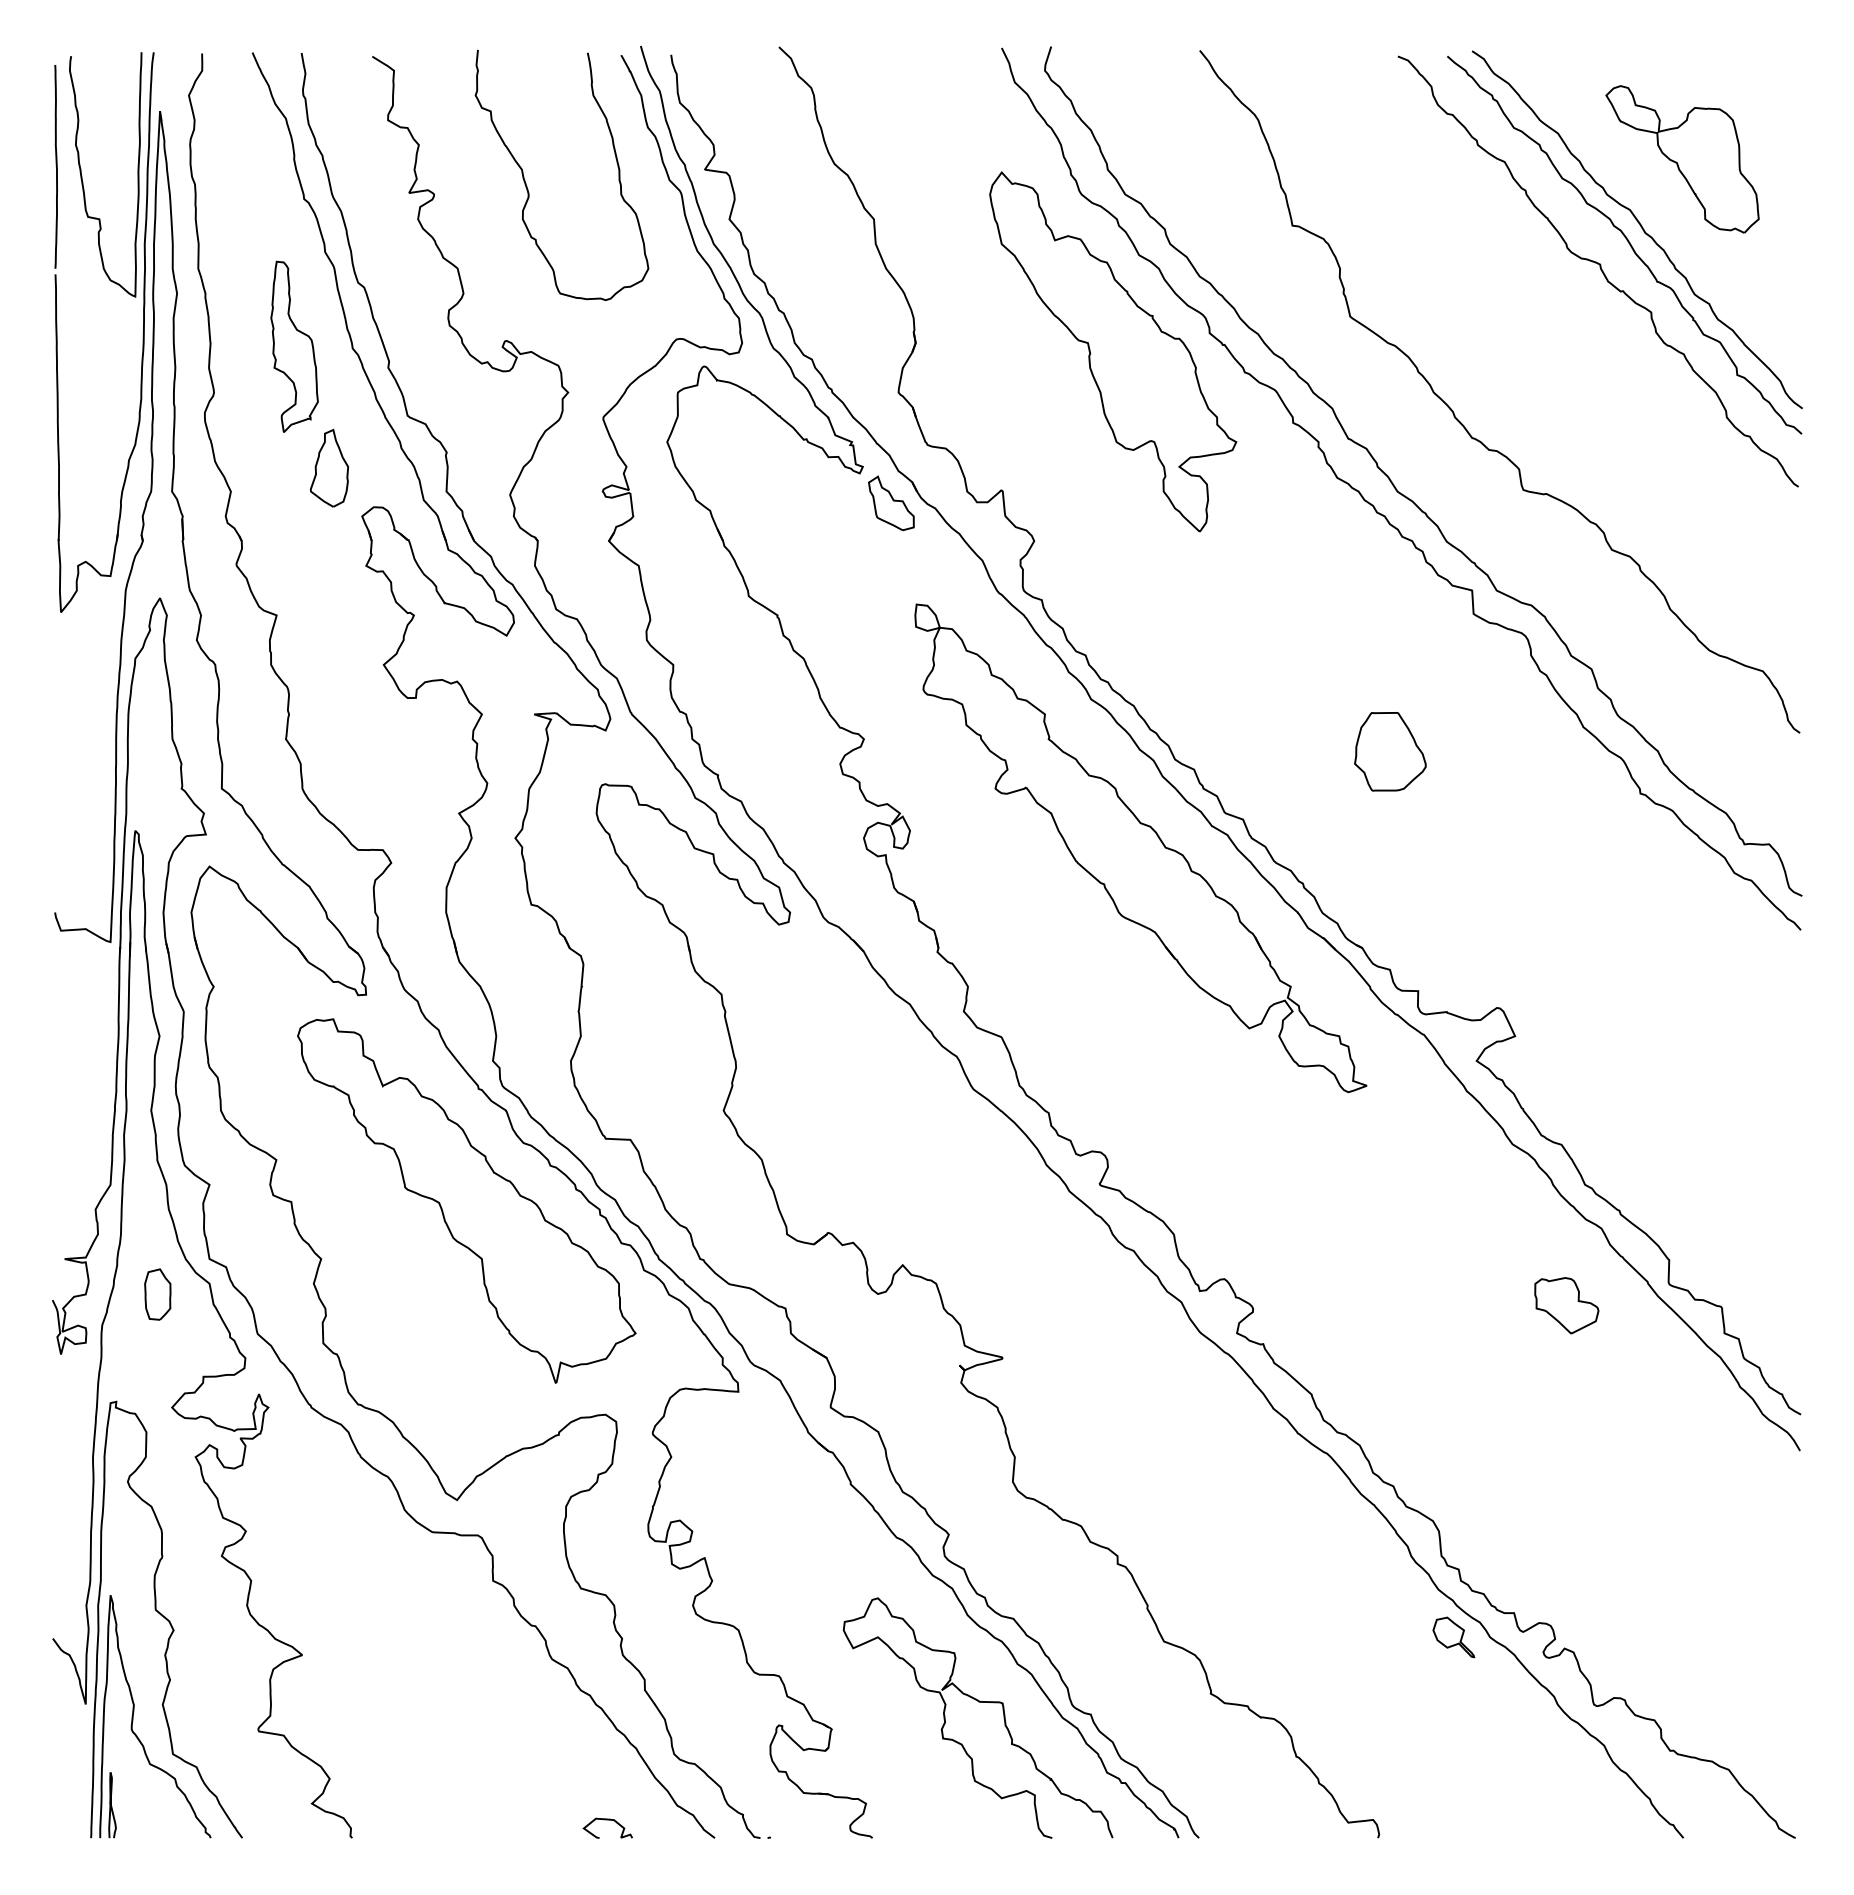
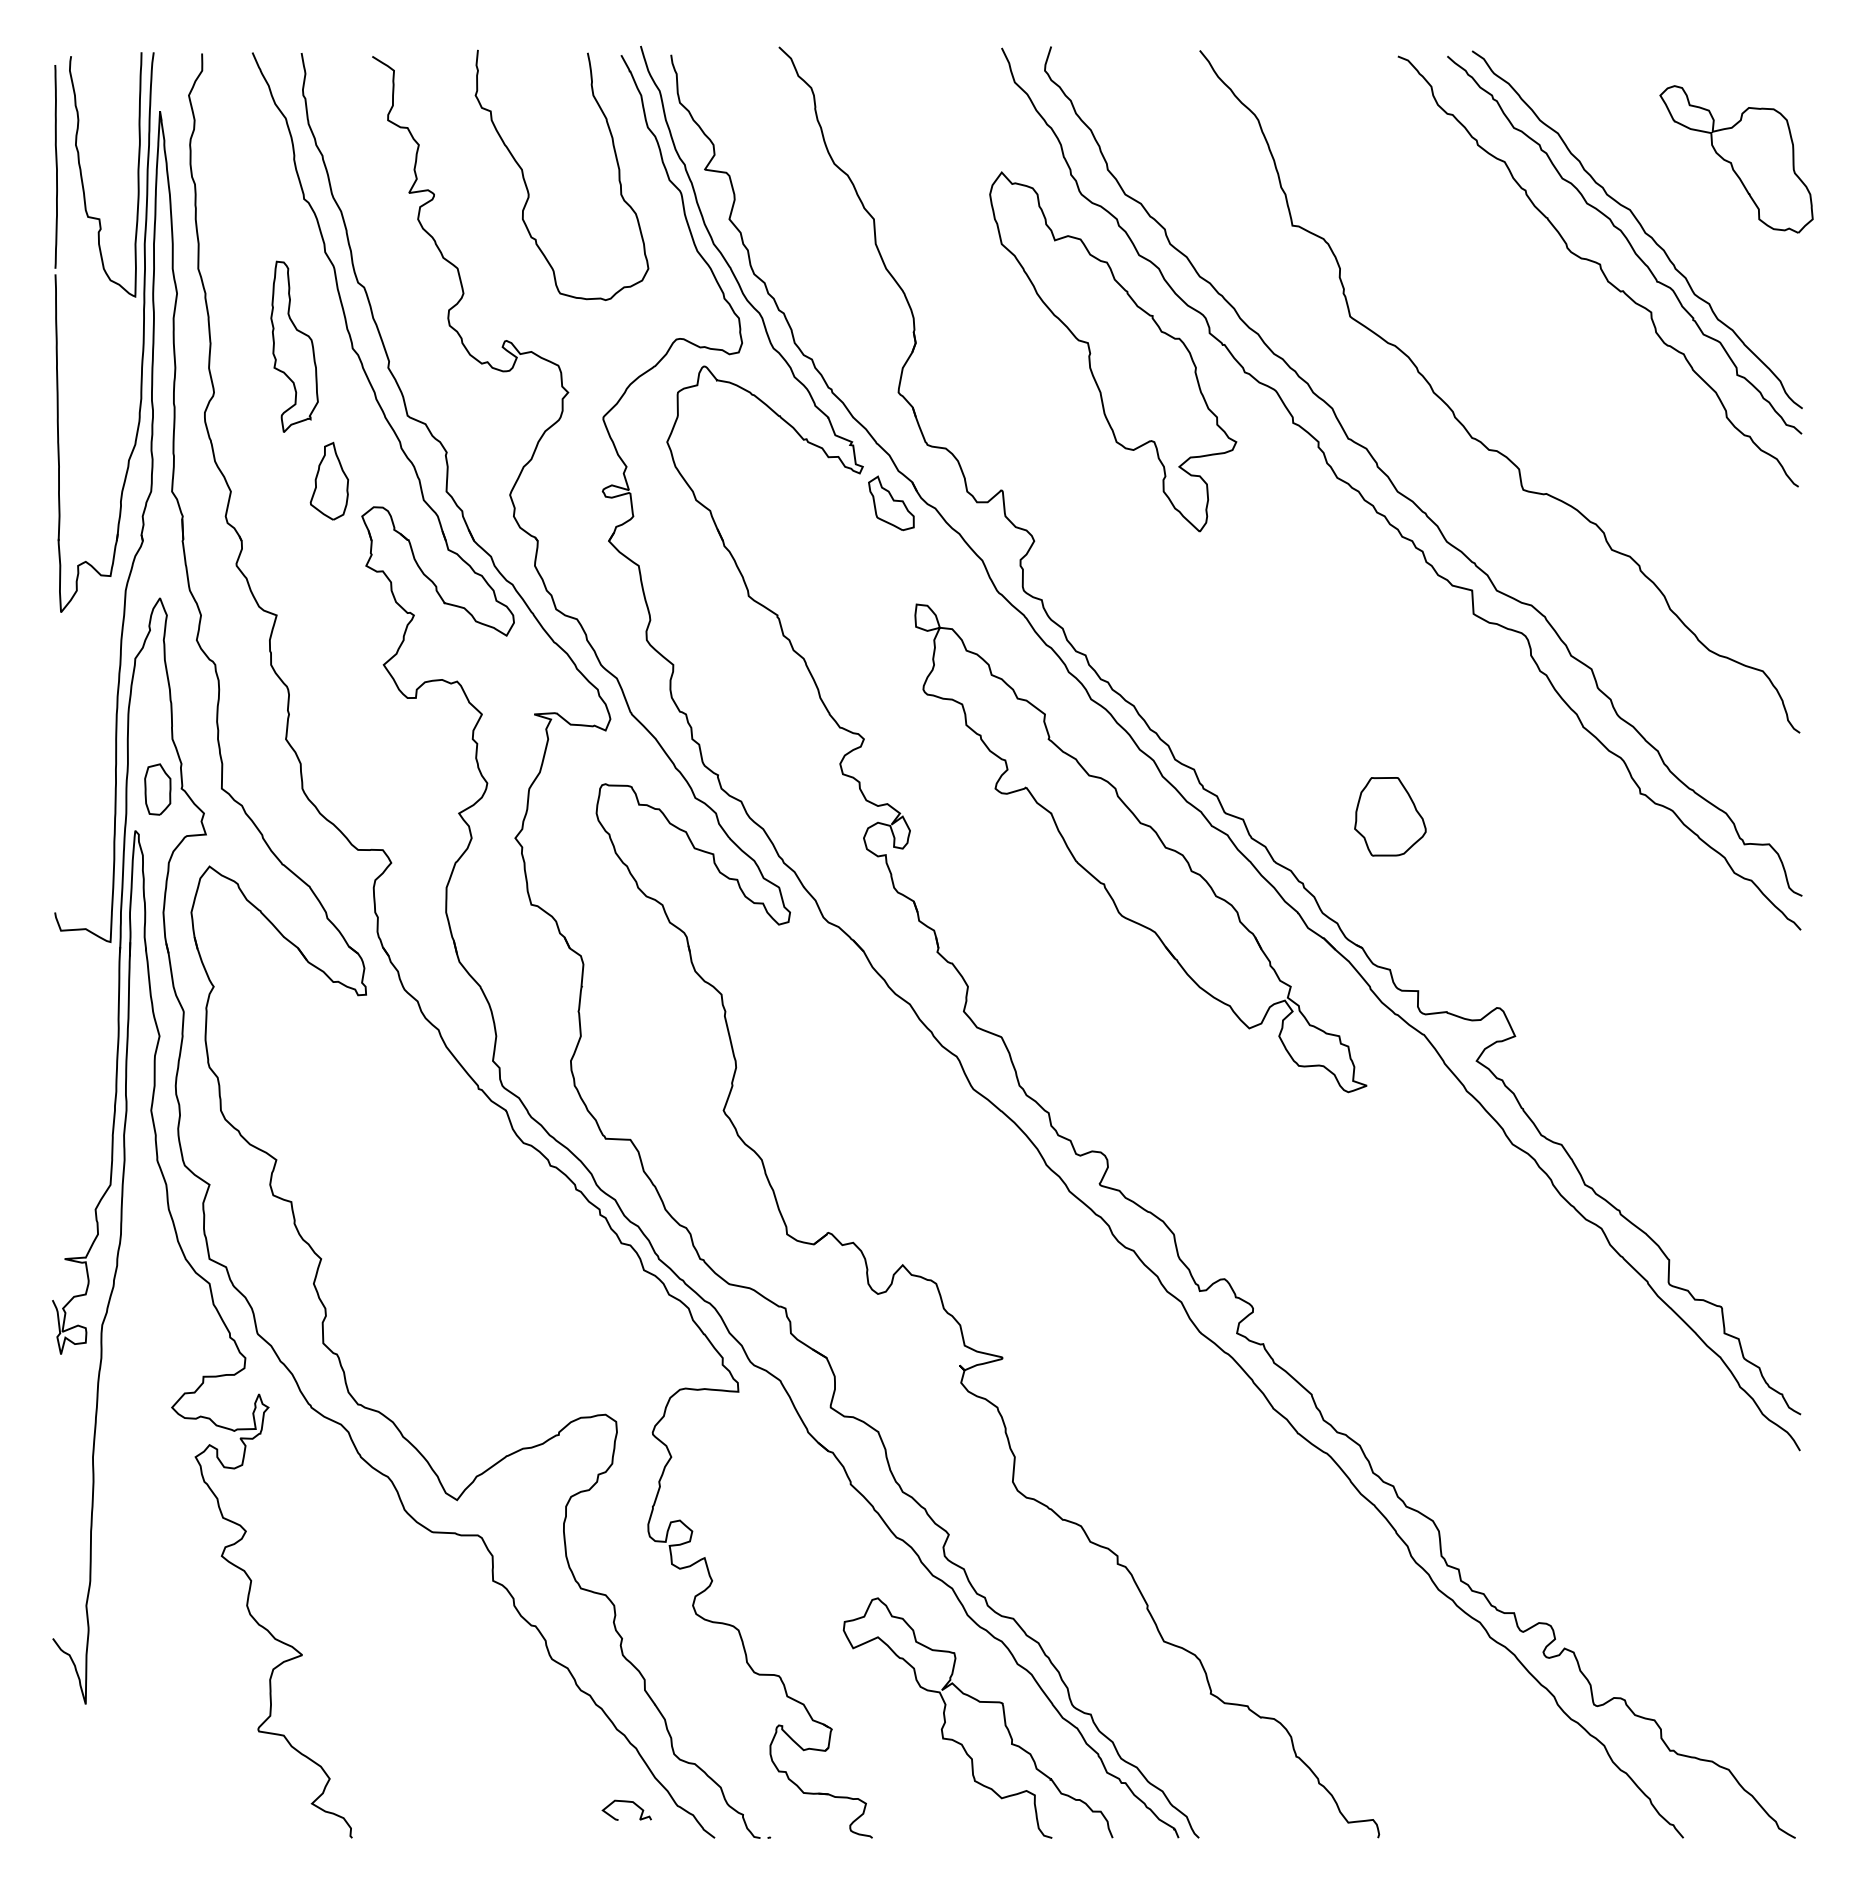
part at (1682, 159) position: (1682, 159) -> (1736, 159)
part at (328, 467) position: (328, 467) -> (328, 480)
part at (1390, 751) position: (1390, 751) -> (1390, 816)
part at (466, 1200): present -> none
part at (157, 1294) position: (157, 1294) -> (157, 789)
part at (1566, 1305): present -> none
part at (166, 1619): present -> none
part at (1453, 1637): present -> none
curve at (607, 1820) position: (607, 1820) -> (626, 1802)
